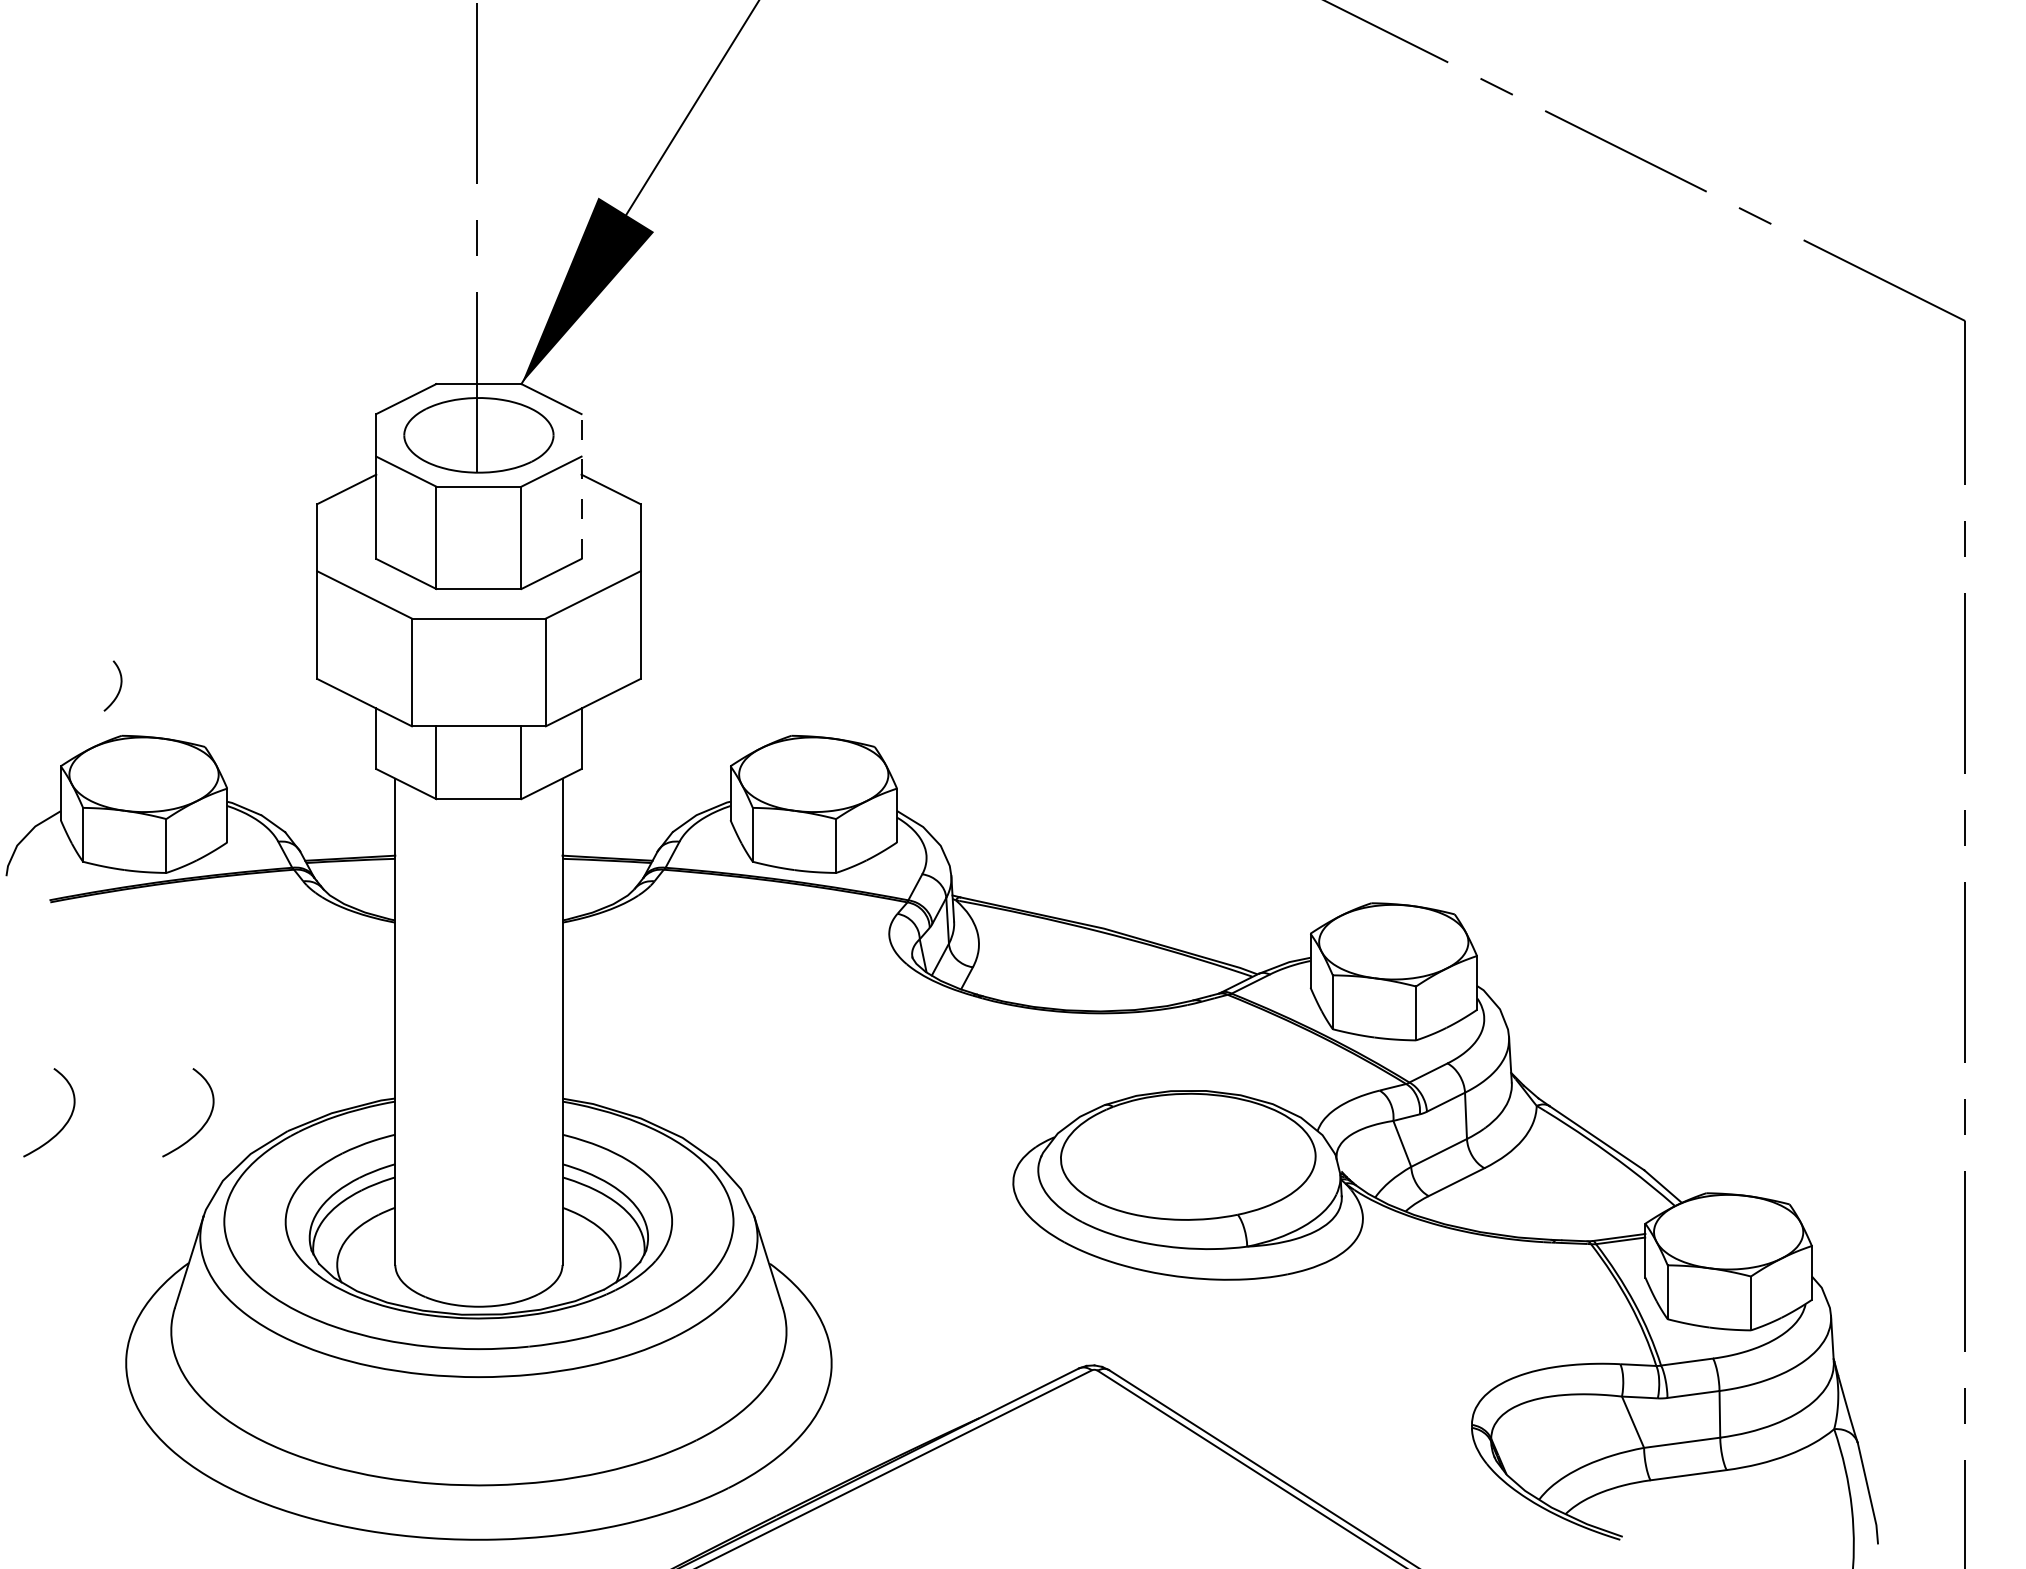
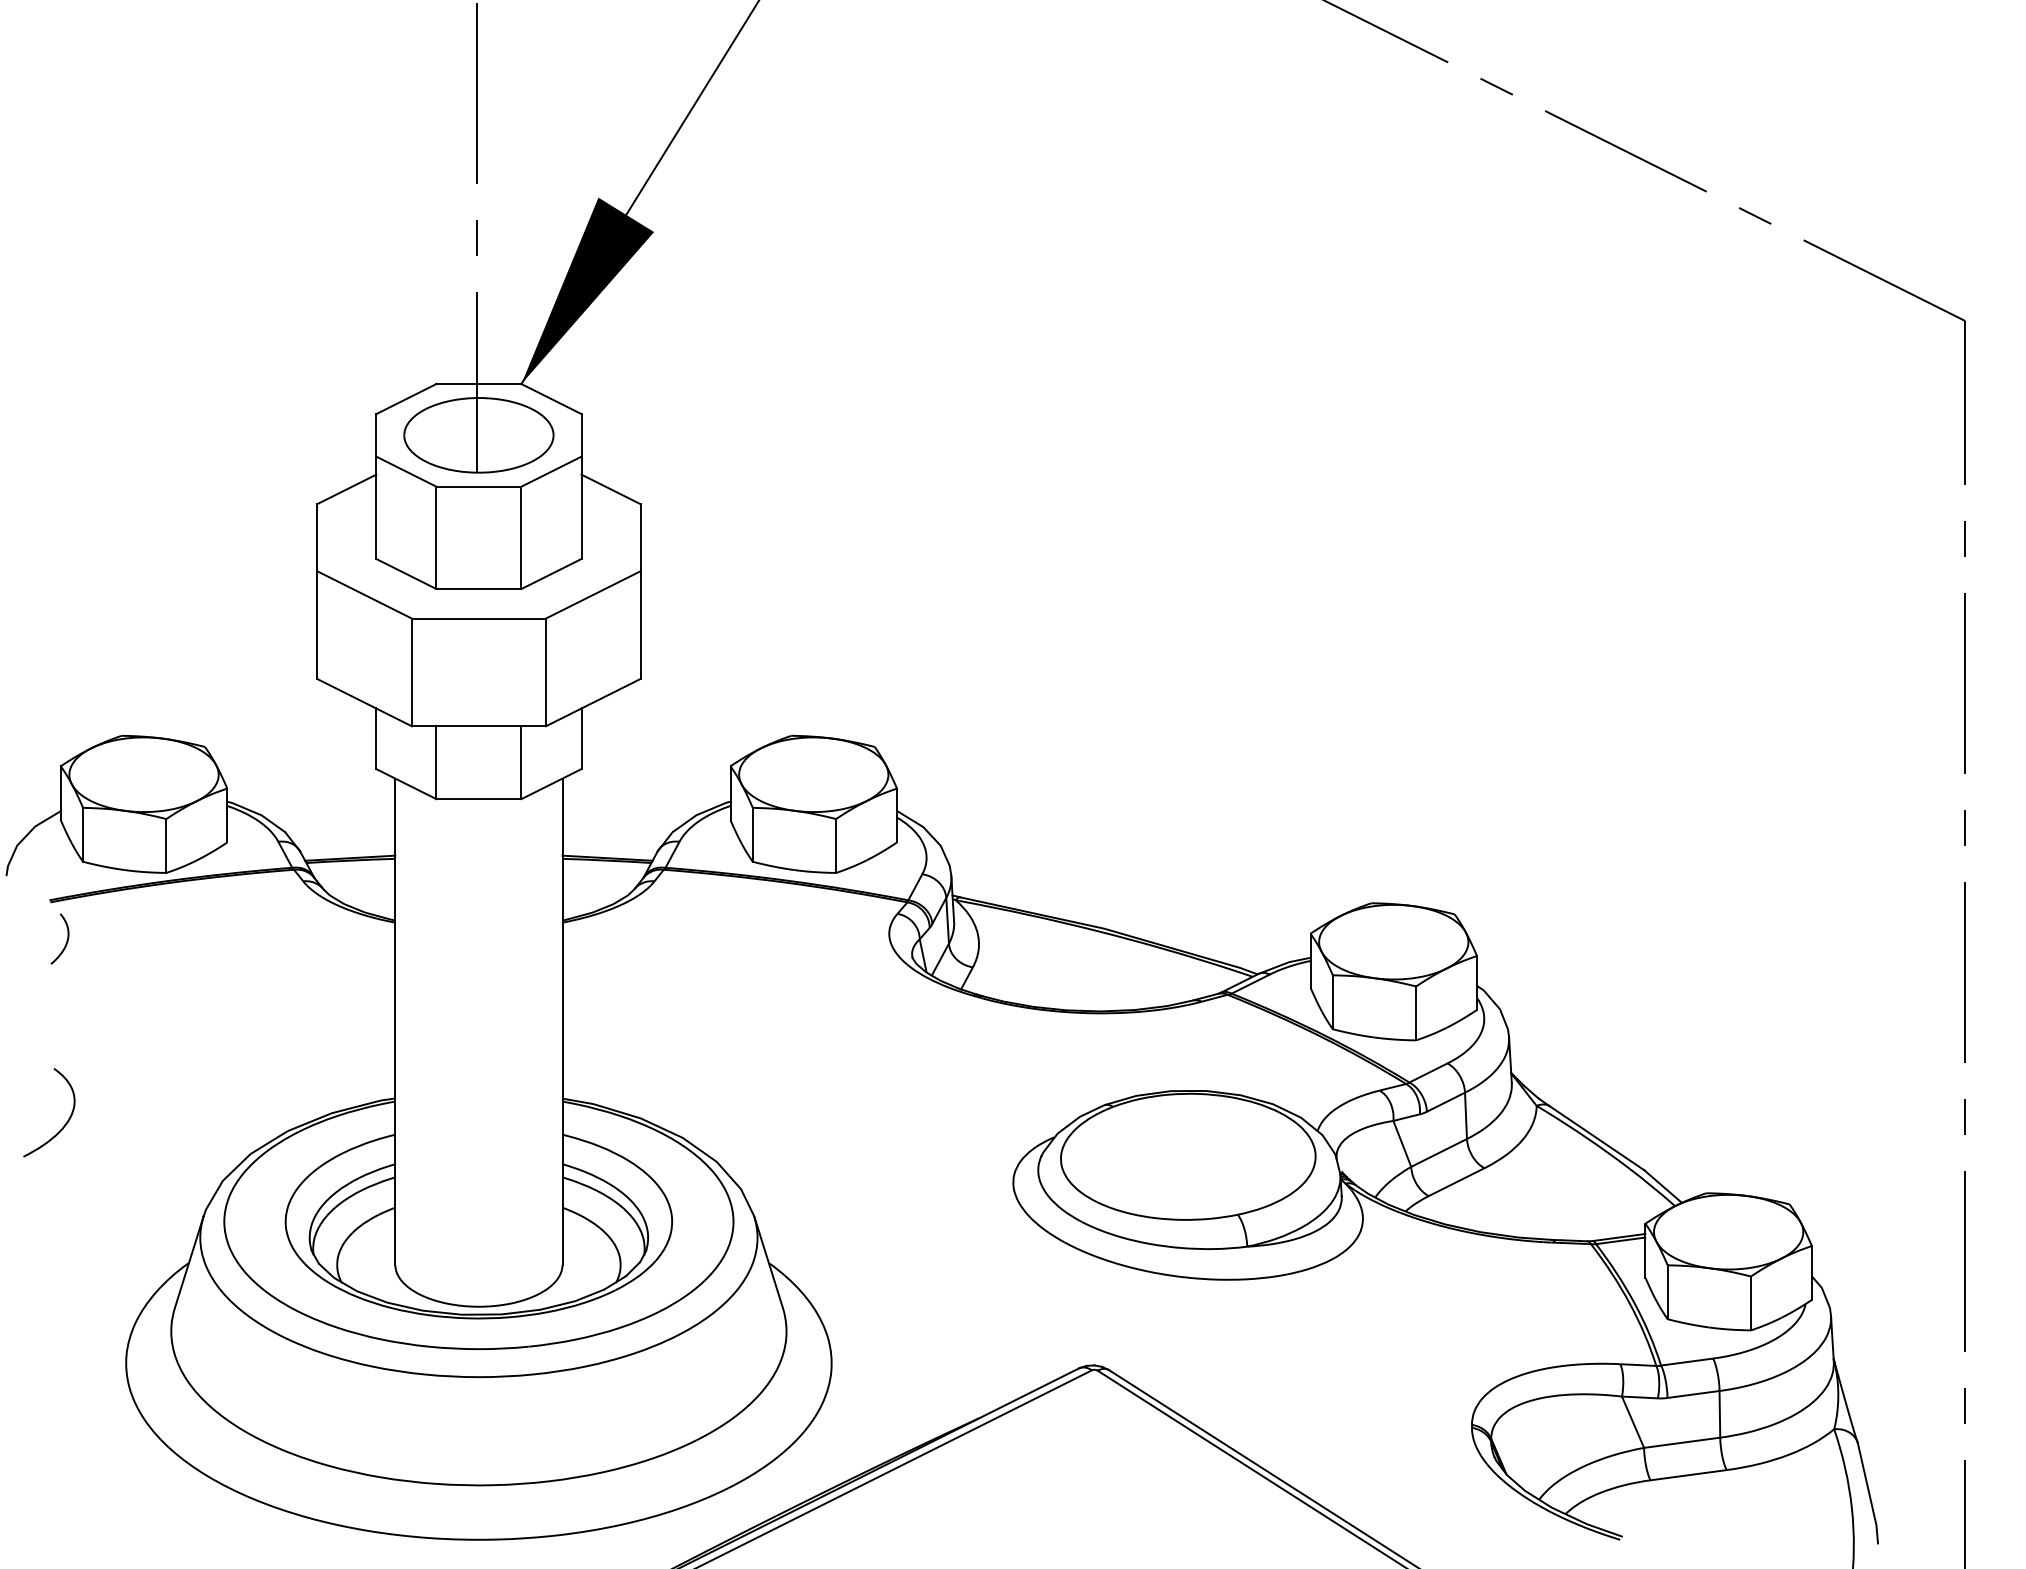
line at (581, 486): dashed -> solid
curve at (119, 687) position: (119, 687) -> (66, 940)
curve at (202, 1125): present -> none
